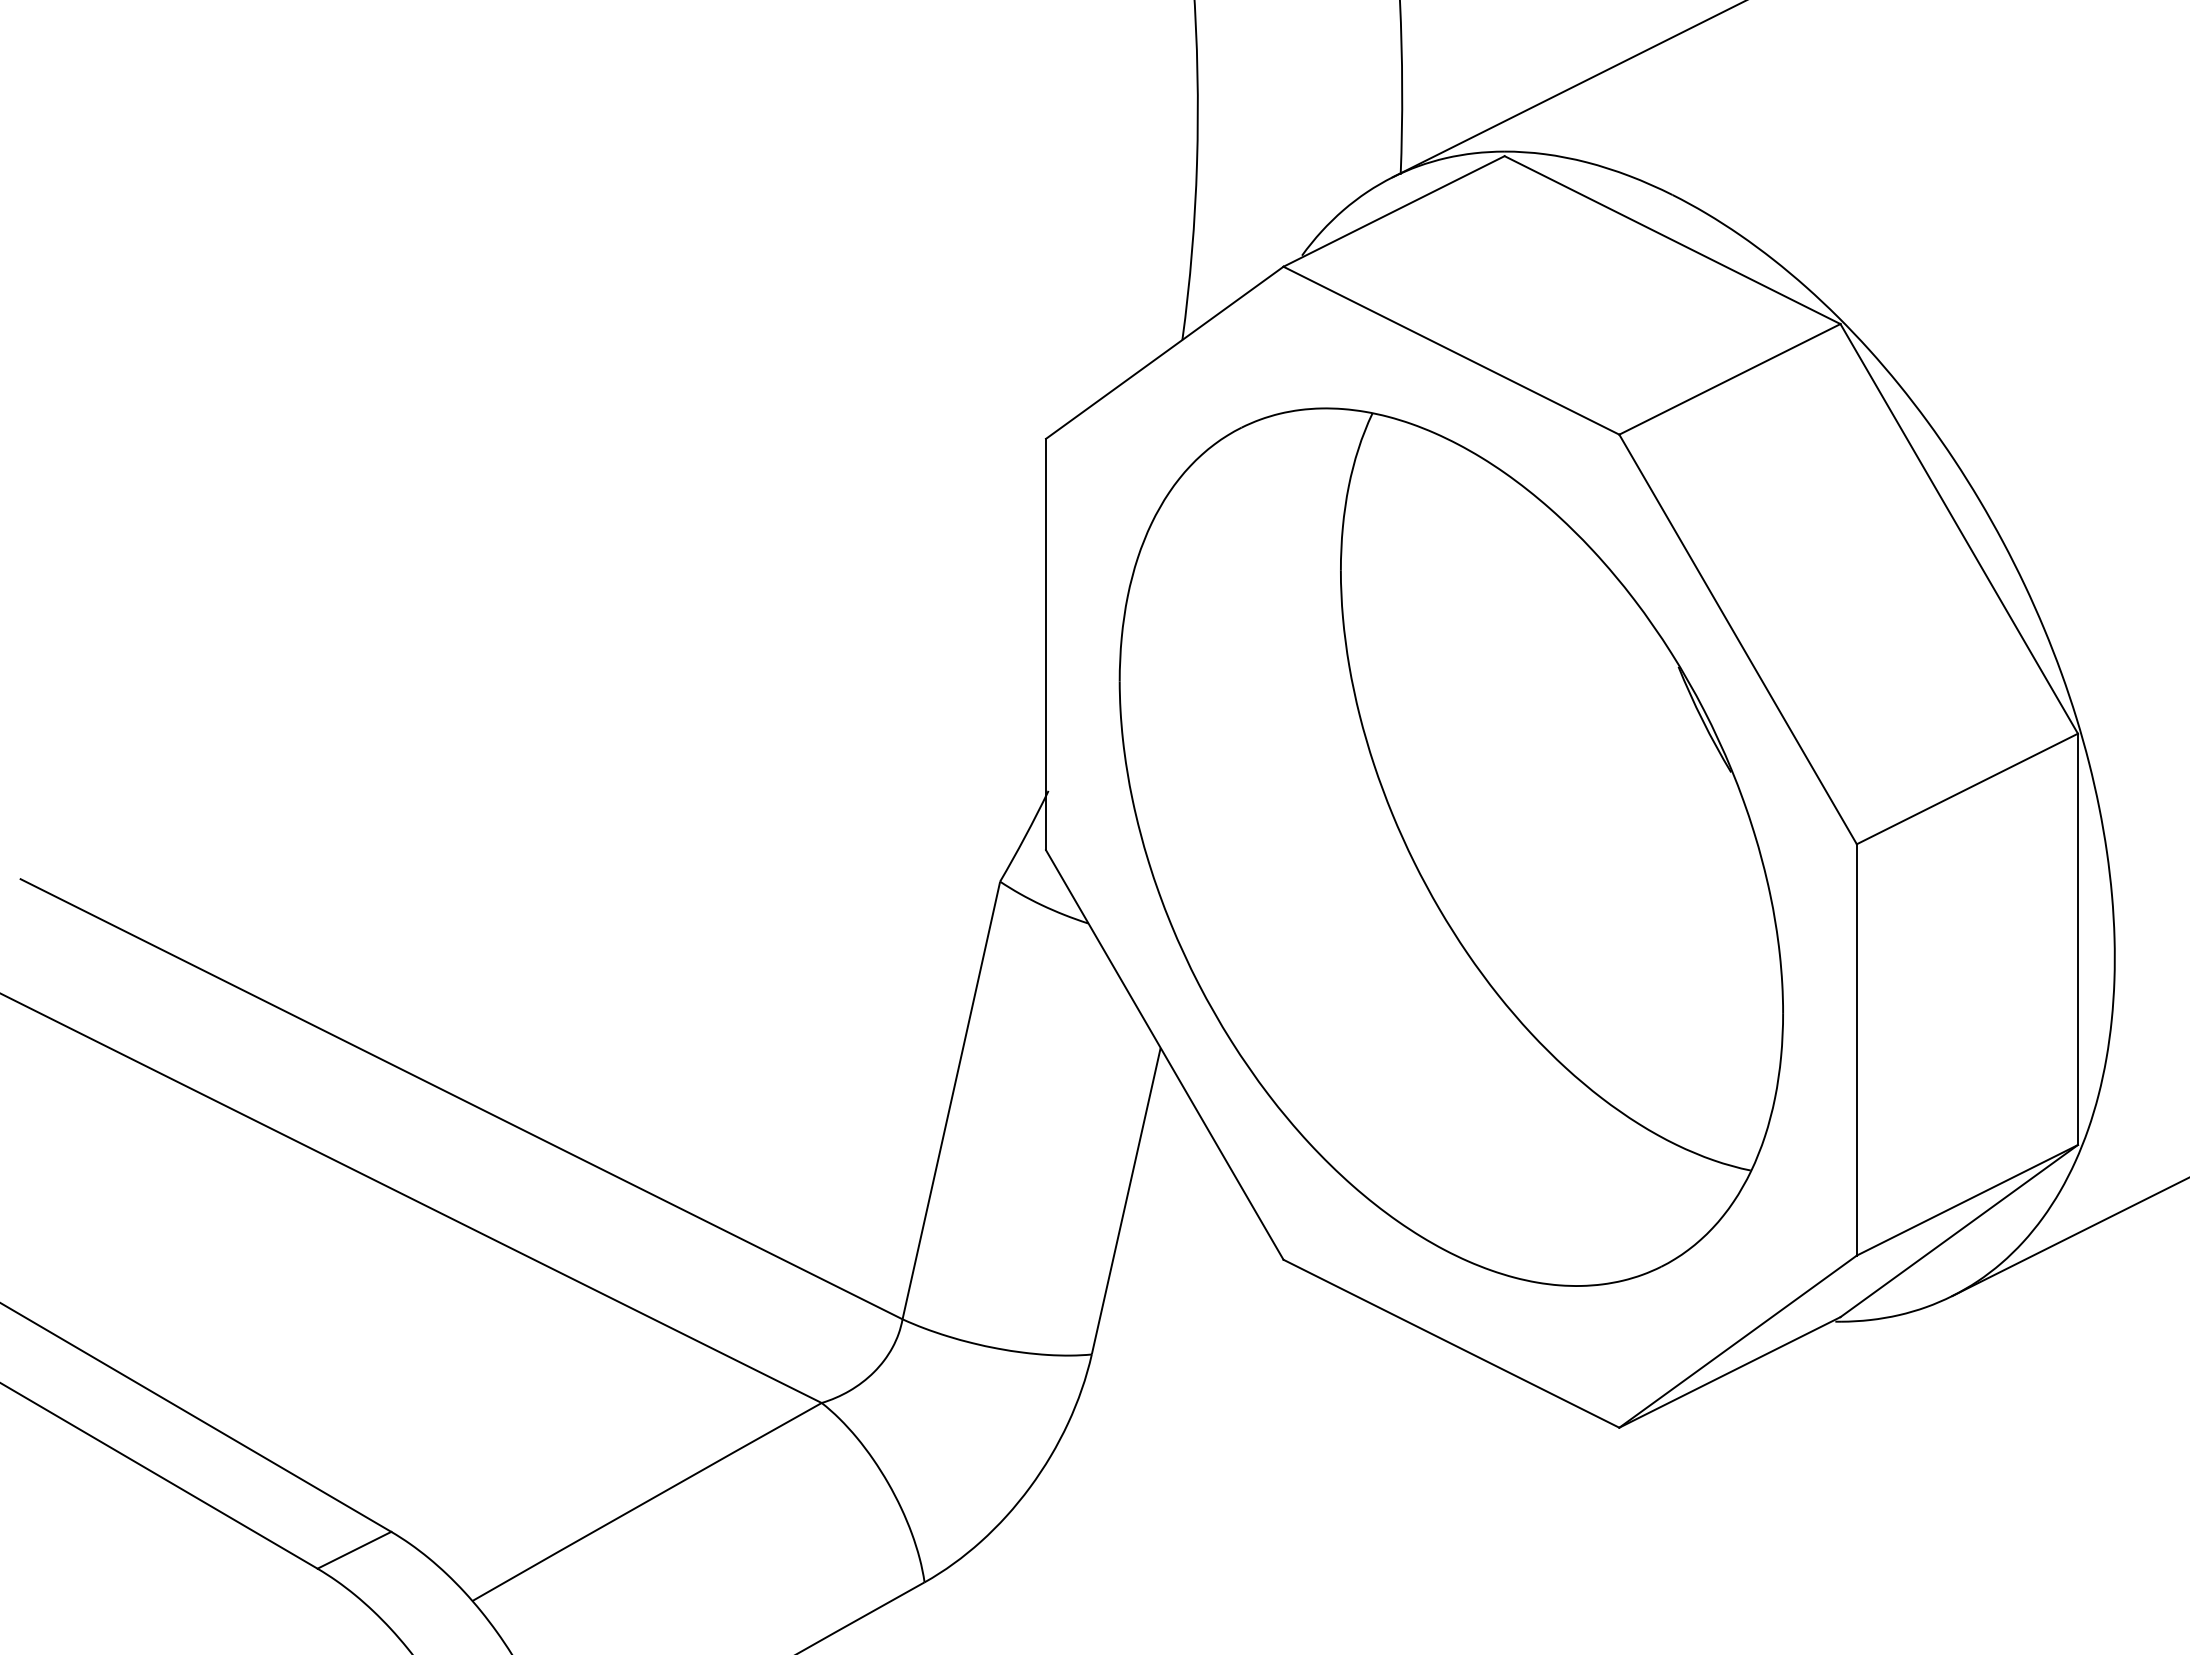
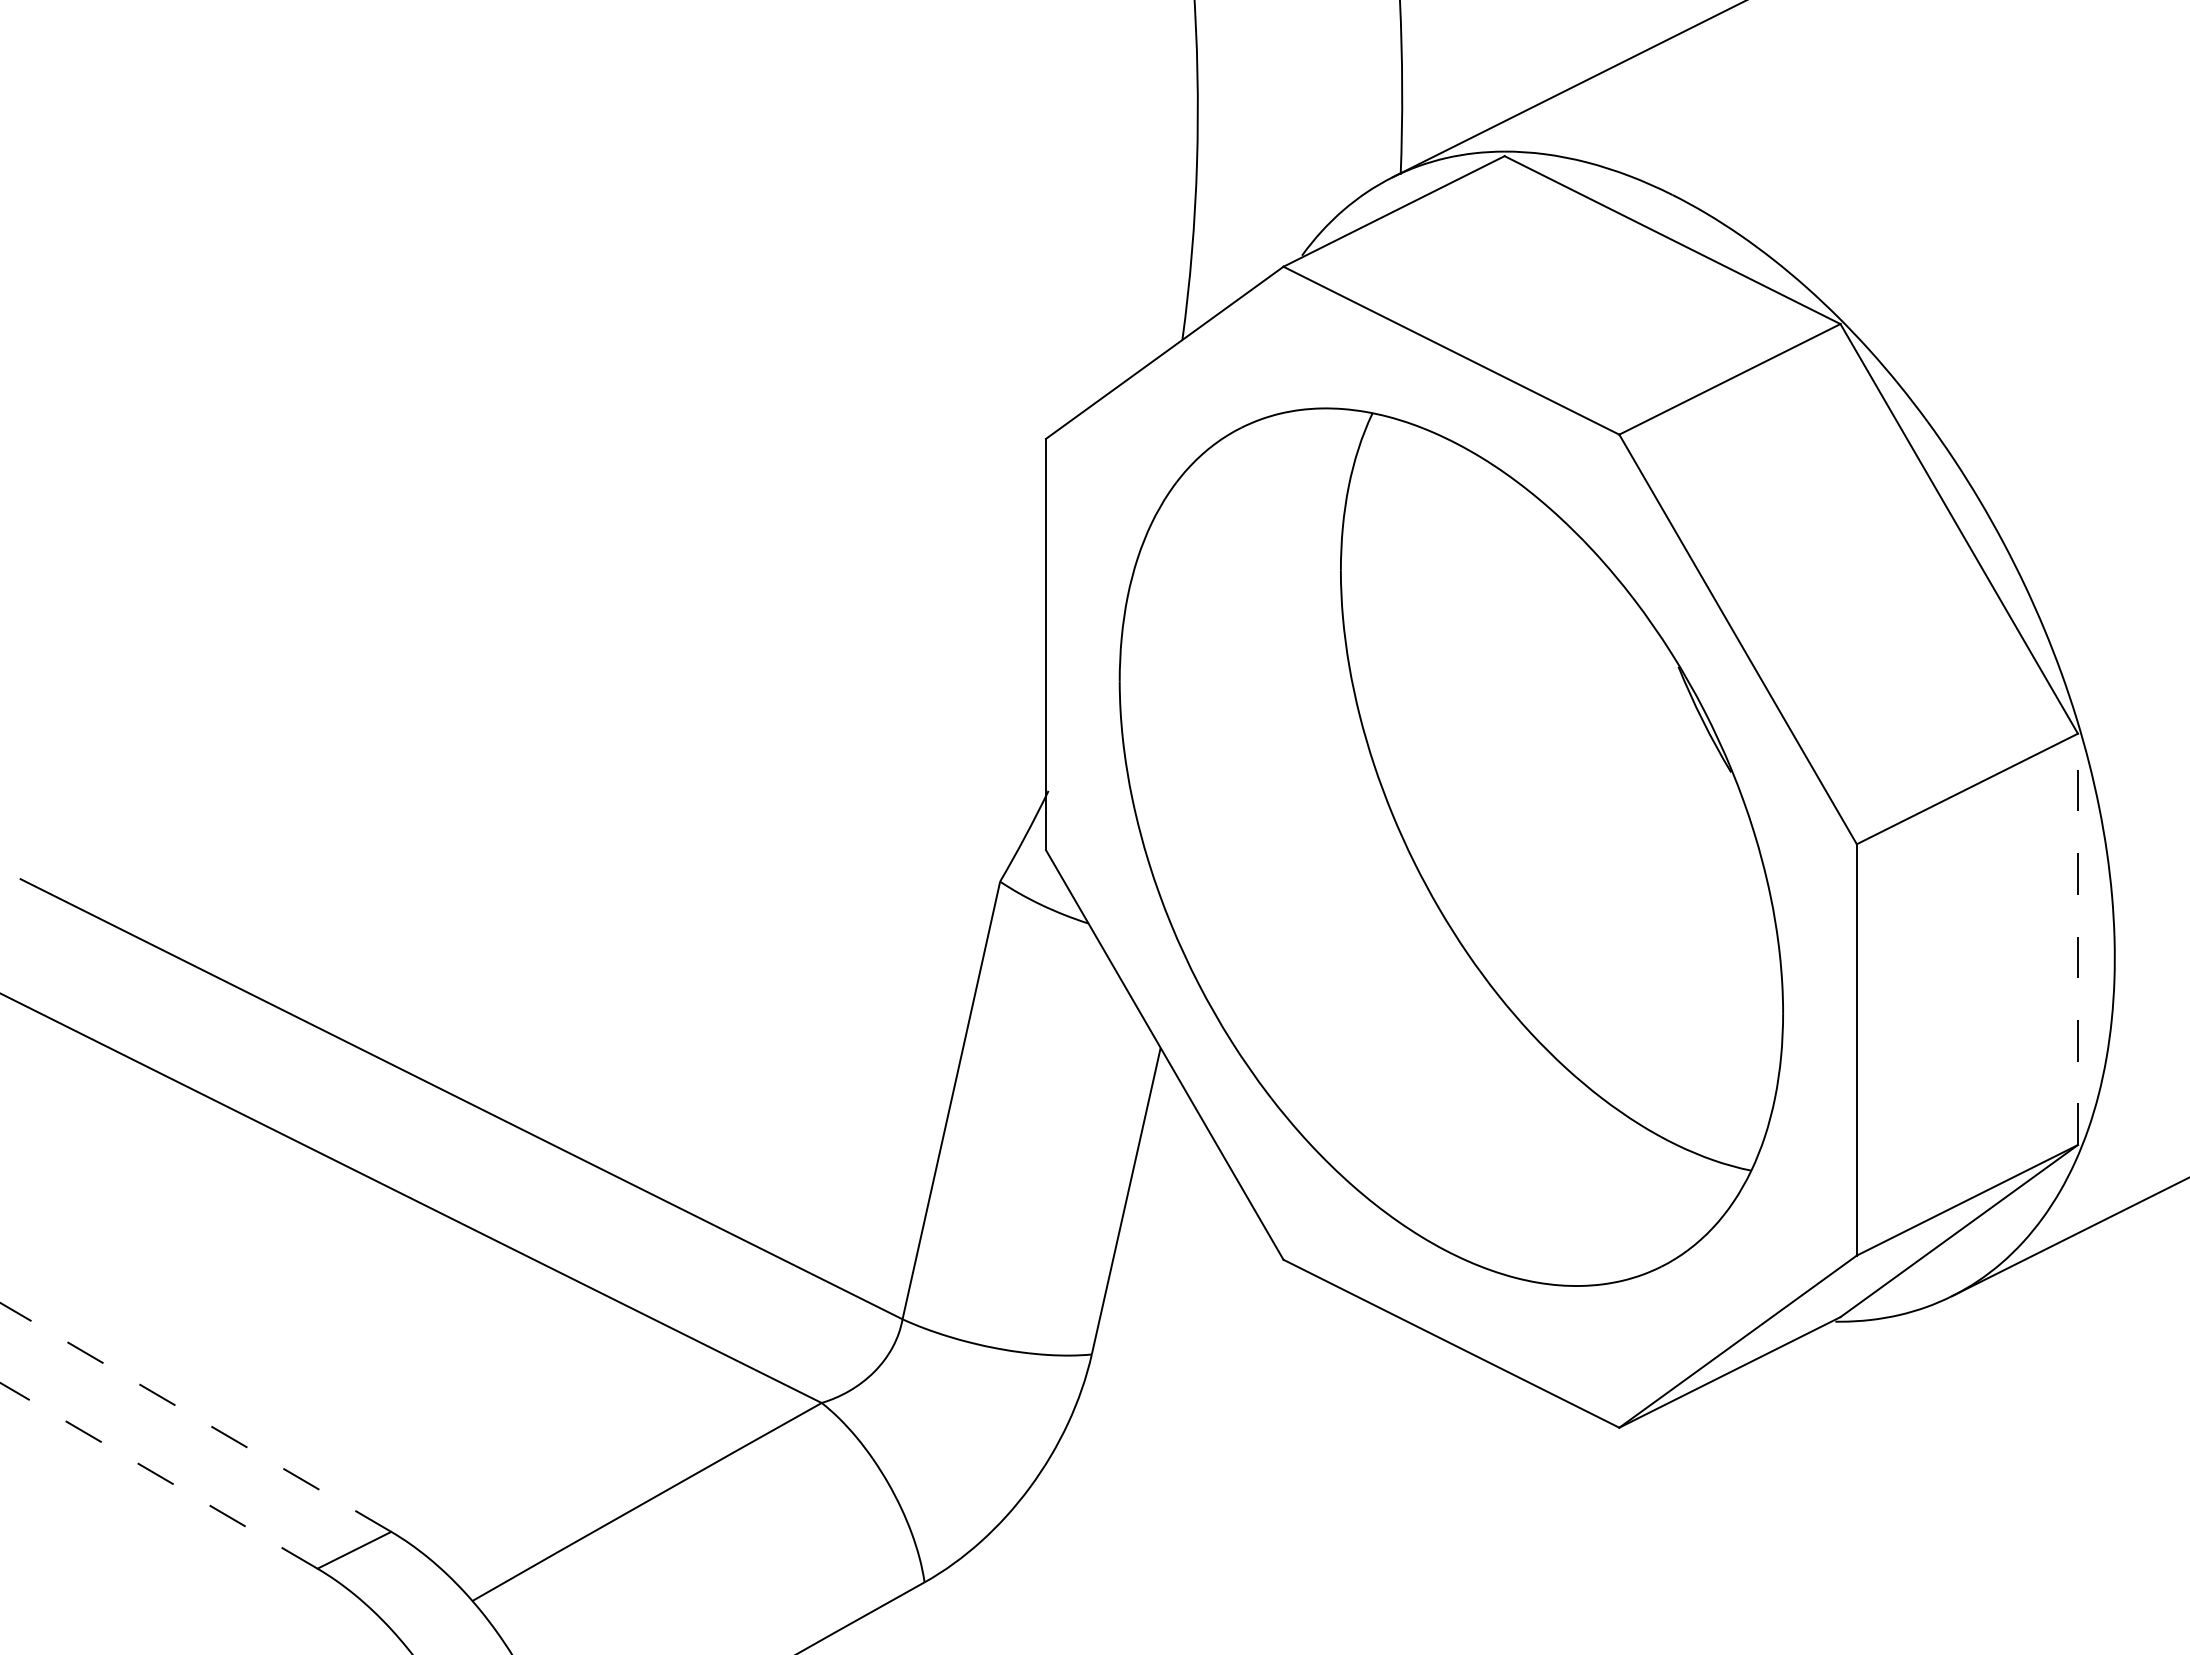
line at (2077, 939): solid -> dashed
line at (195, 1417): solid -> dashed
line at (158, 1475): solid -> dashed
